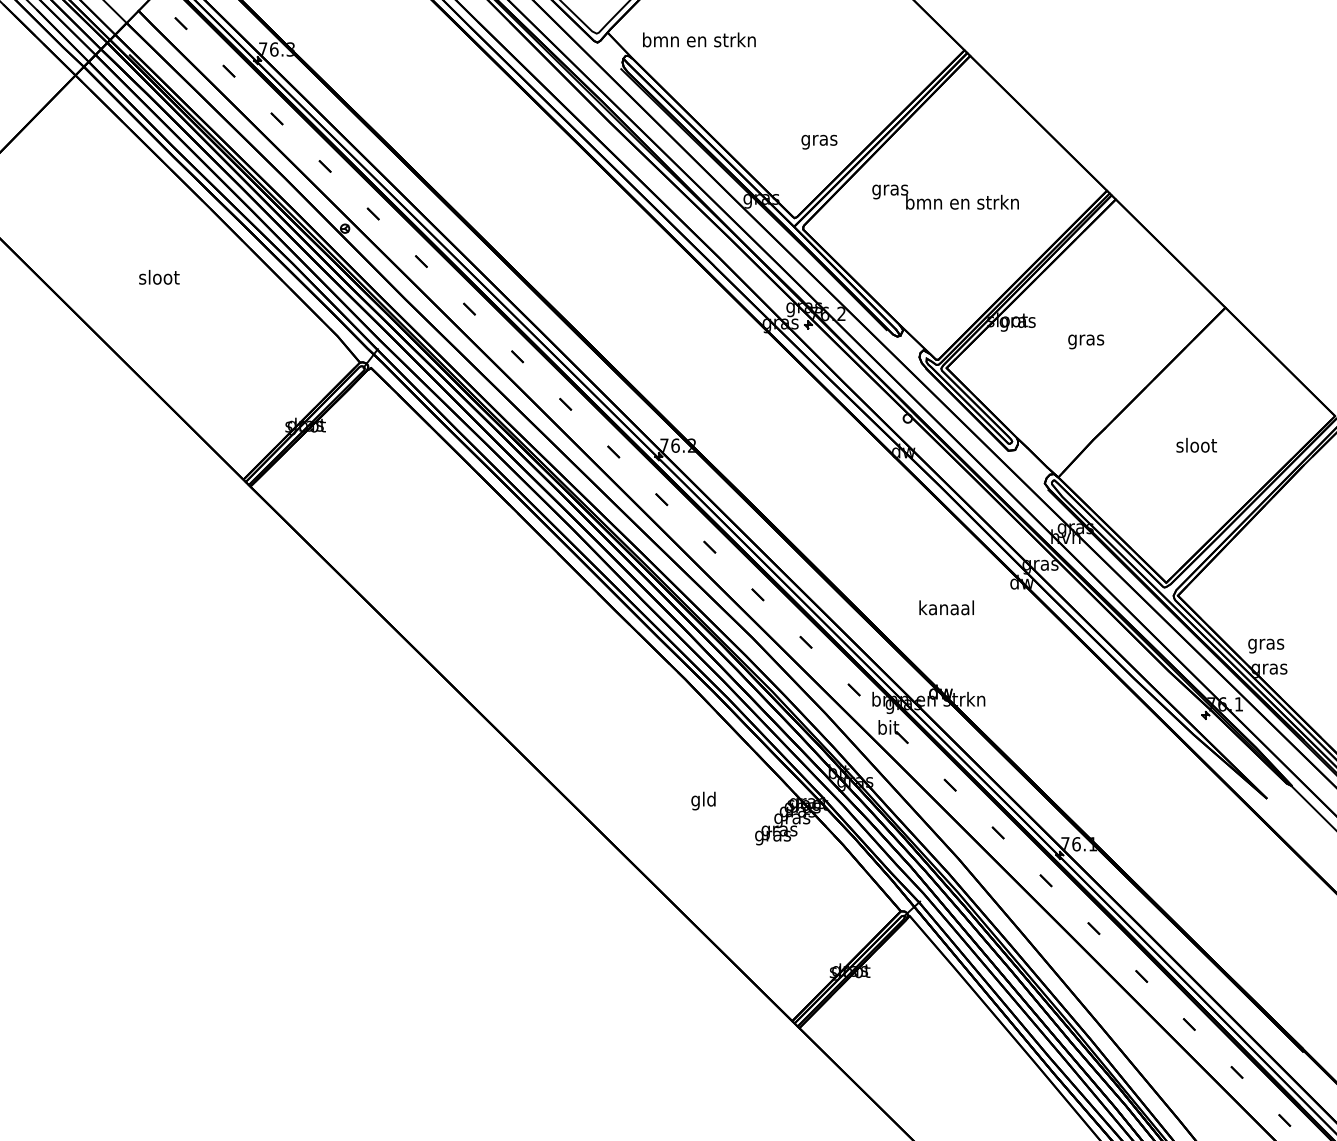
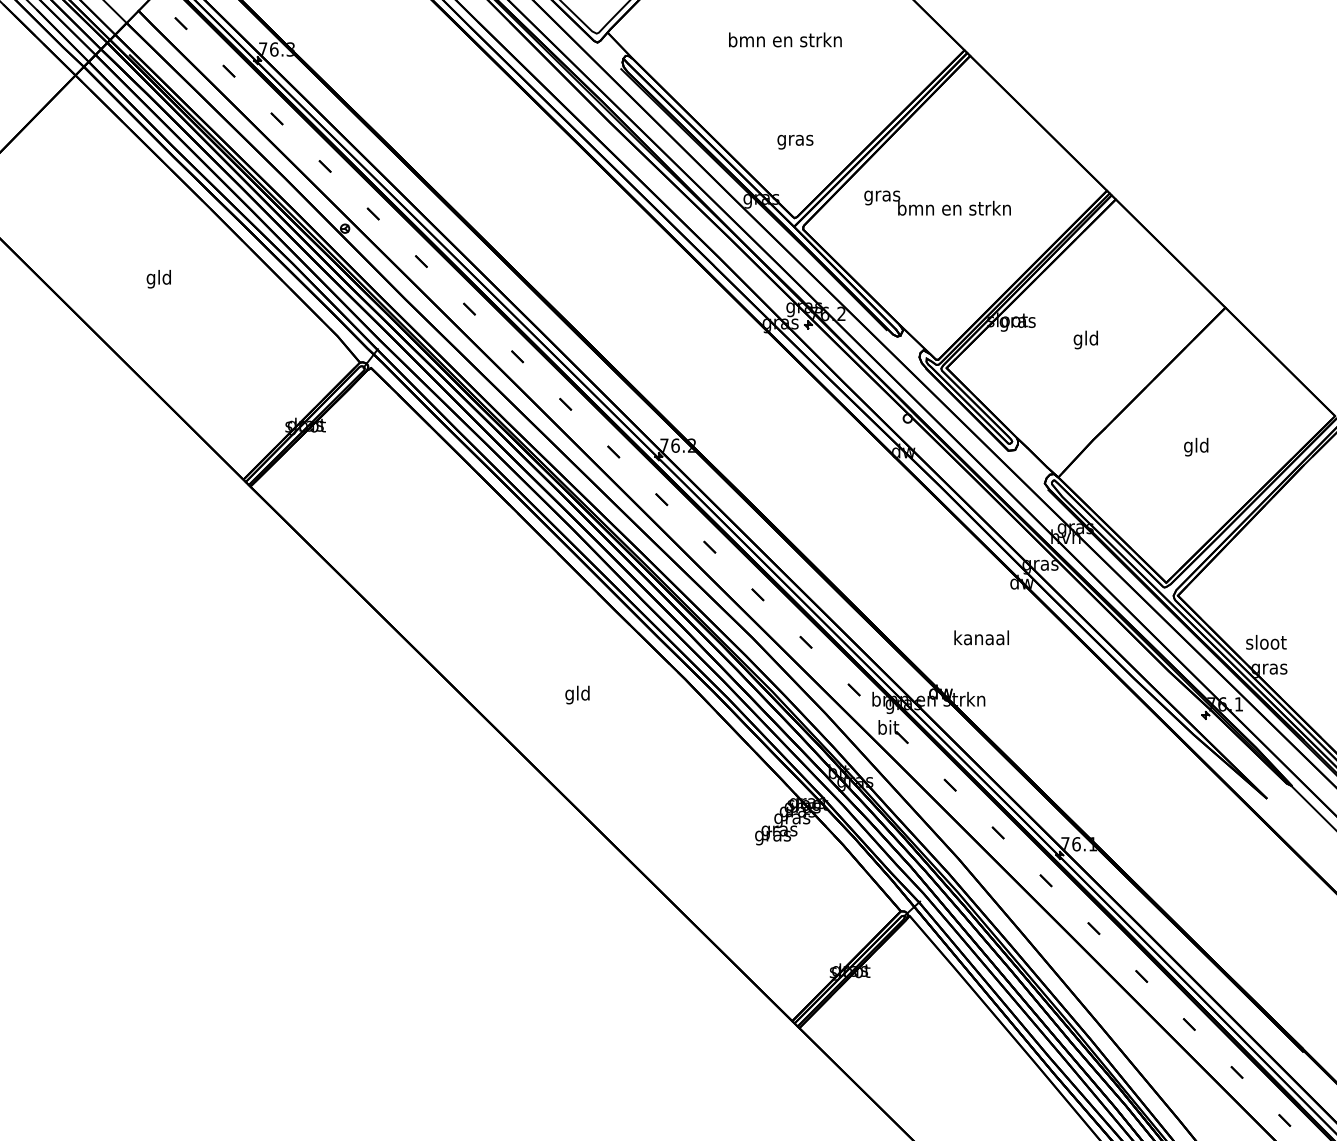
text at (699, 39) position: (699, 39) -> (785, 39)
text at (819, 141) position: (819, 141) -> (795, 141)
text at (945, 196) position: (945, 196) -> (937, 202)
text at (159, 278): sloot -> gld
text at (1086, 339): gras -> gld
text at (1196, 446): sloot -> gld
text at (946, 607) position: (946, 607) -> (981, 637)
text at (1266, 644): gras -> sloot
text at (703, 800) position: (703, 800) -> (577, 694)
